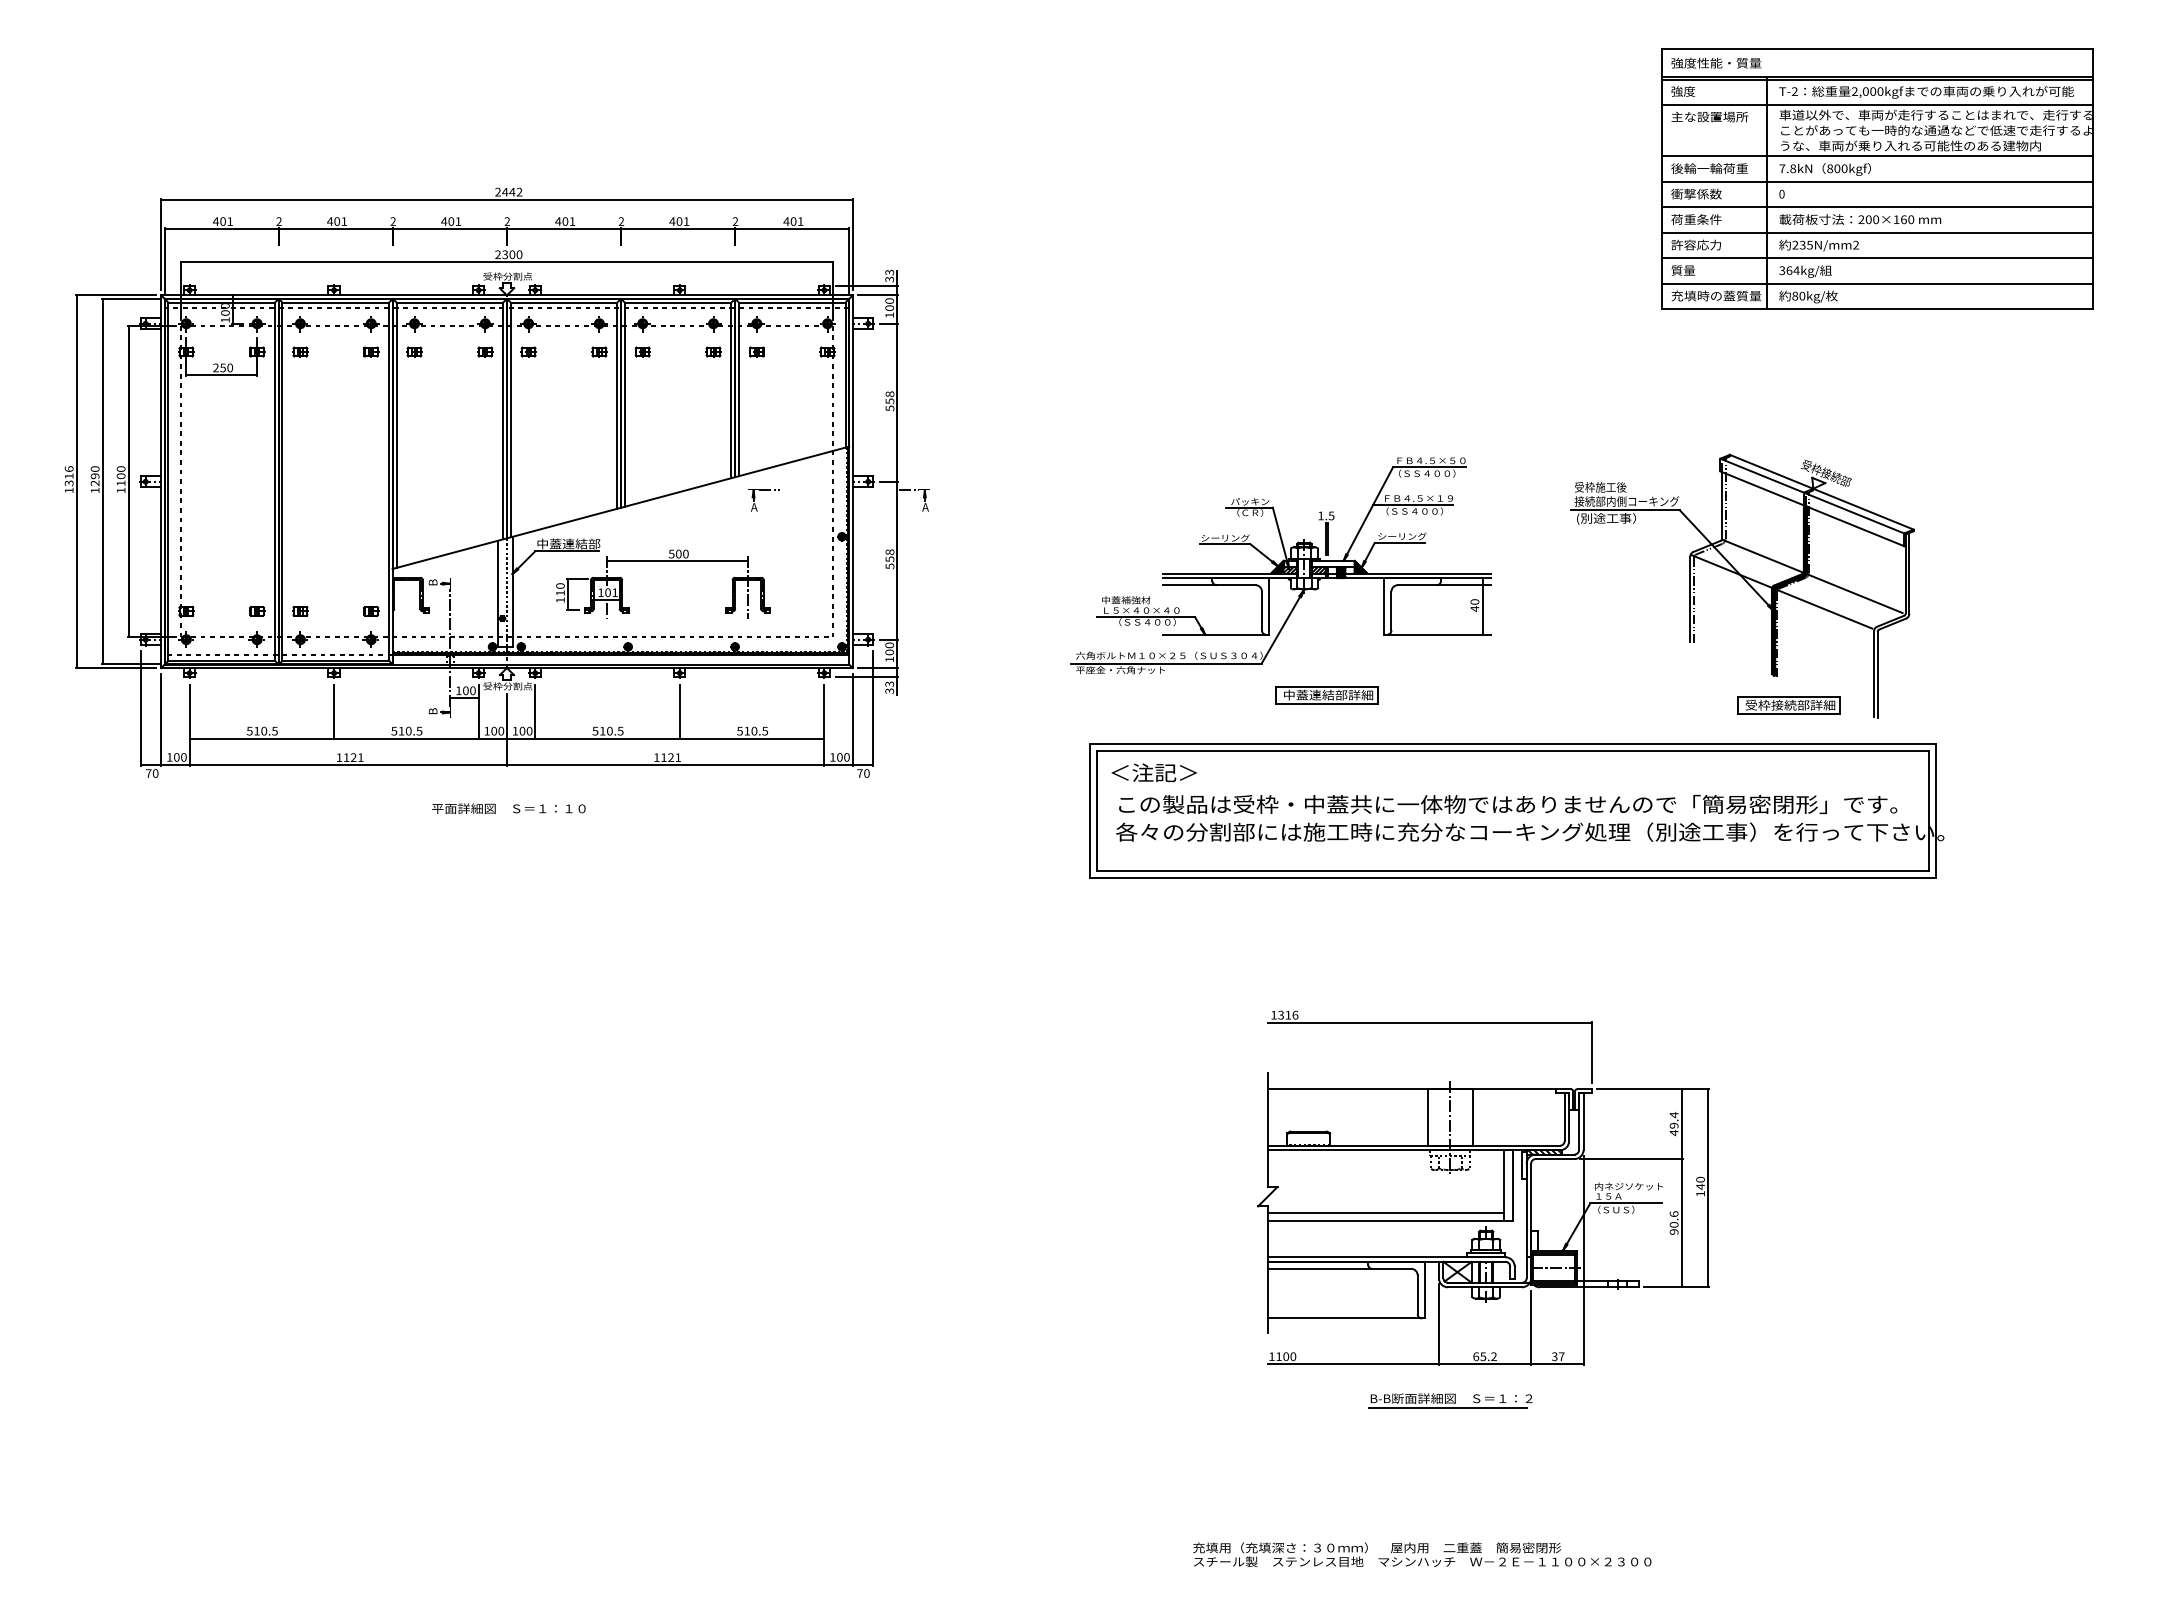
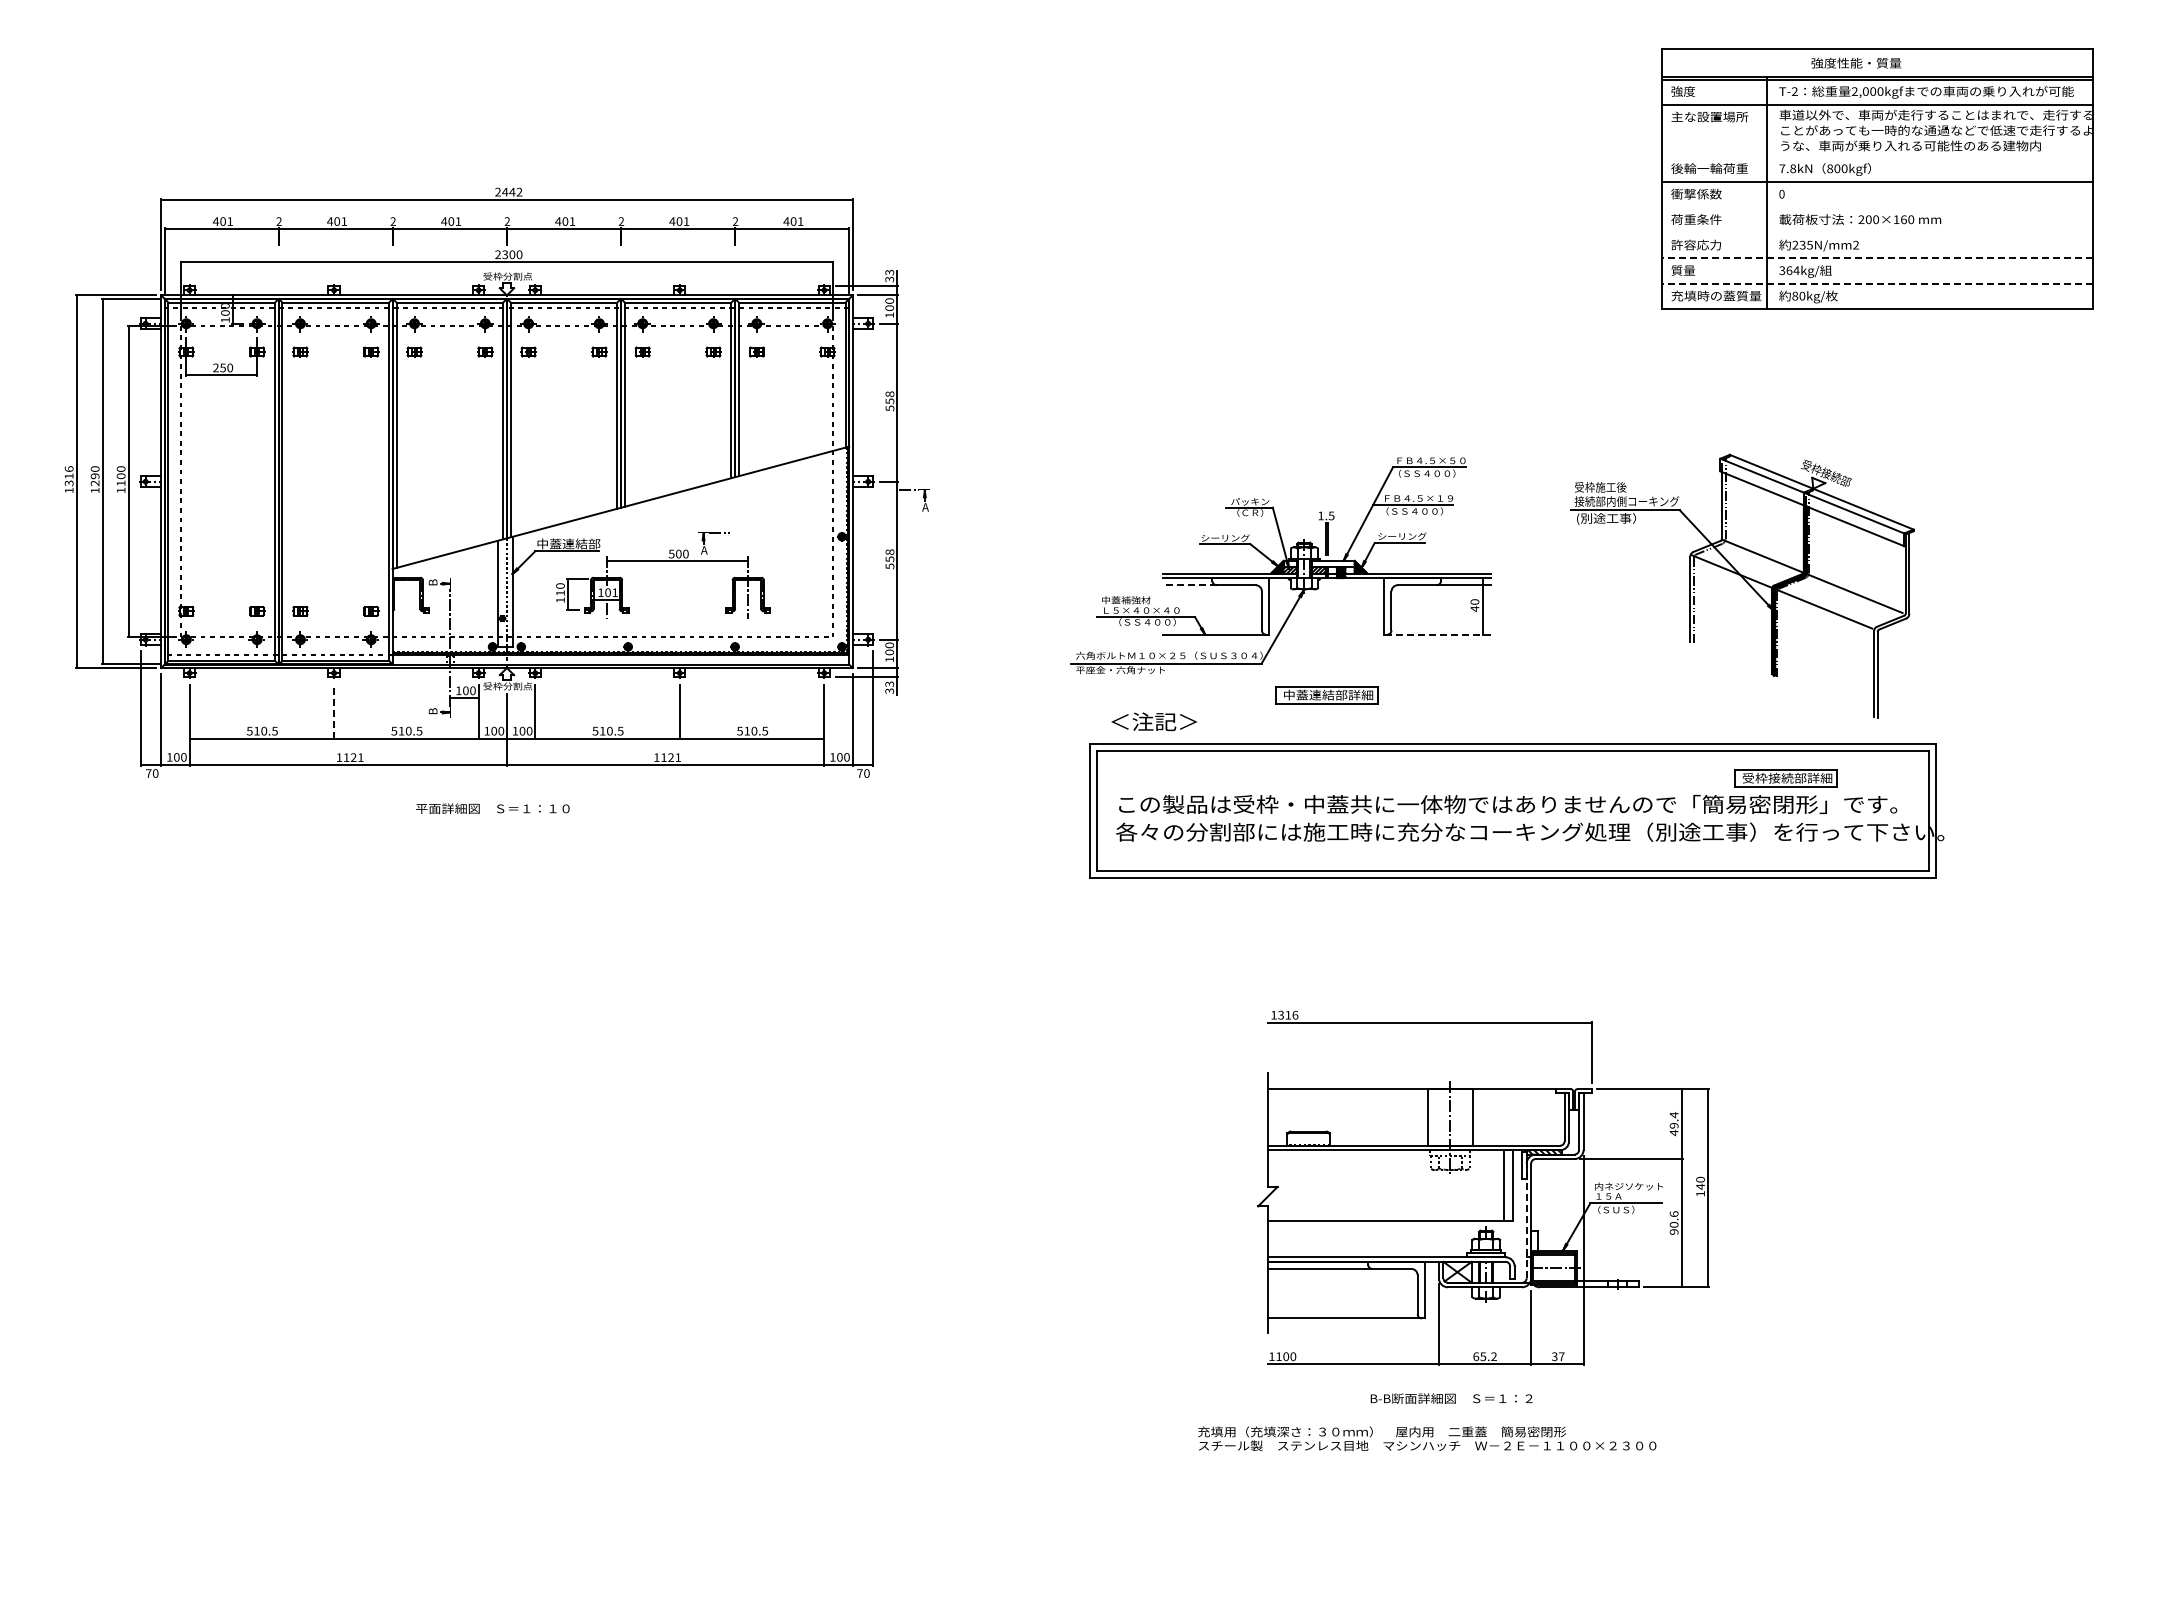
text at (1716, 62) position: (1716, 62) -> (1856, 62)
line at (1877, 156): present -> none
line at (1877, 207): present -> none
line at (1877, 232): present -> none
line at (1876, 258): solid -> dashed
line at (1876, 283): solid -> dashed
part at (755, 498) position: (755, 498) -> (705, 541)
line at (1189, 585): solid -> dashed
line at (1437, 634): solid -> dashed
part at (1788, 705) position: (1788, 705) -> (1785, 778)
line at (334, 711): solid -> dashed
text at (1154, 772) position: (1154, 772) -> (1154, 721)
text at (508, 808) position: (508, 808) -> (492, 808)
line at (1385, 1212): present -> none
line at (1526, 1220): solid -> dashed
line at (1448, 1408): present -> none
text at (1422, 1554) position: (1422, 1554) -> (1427, 1438)
